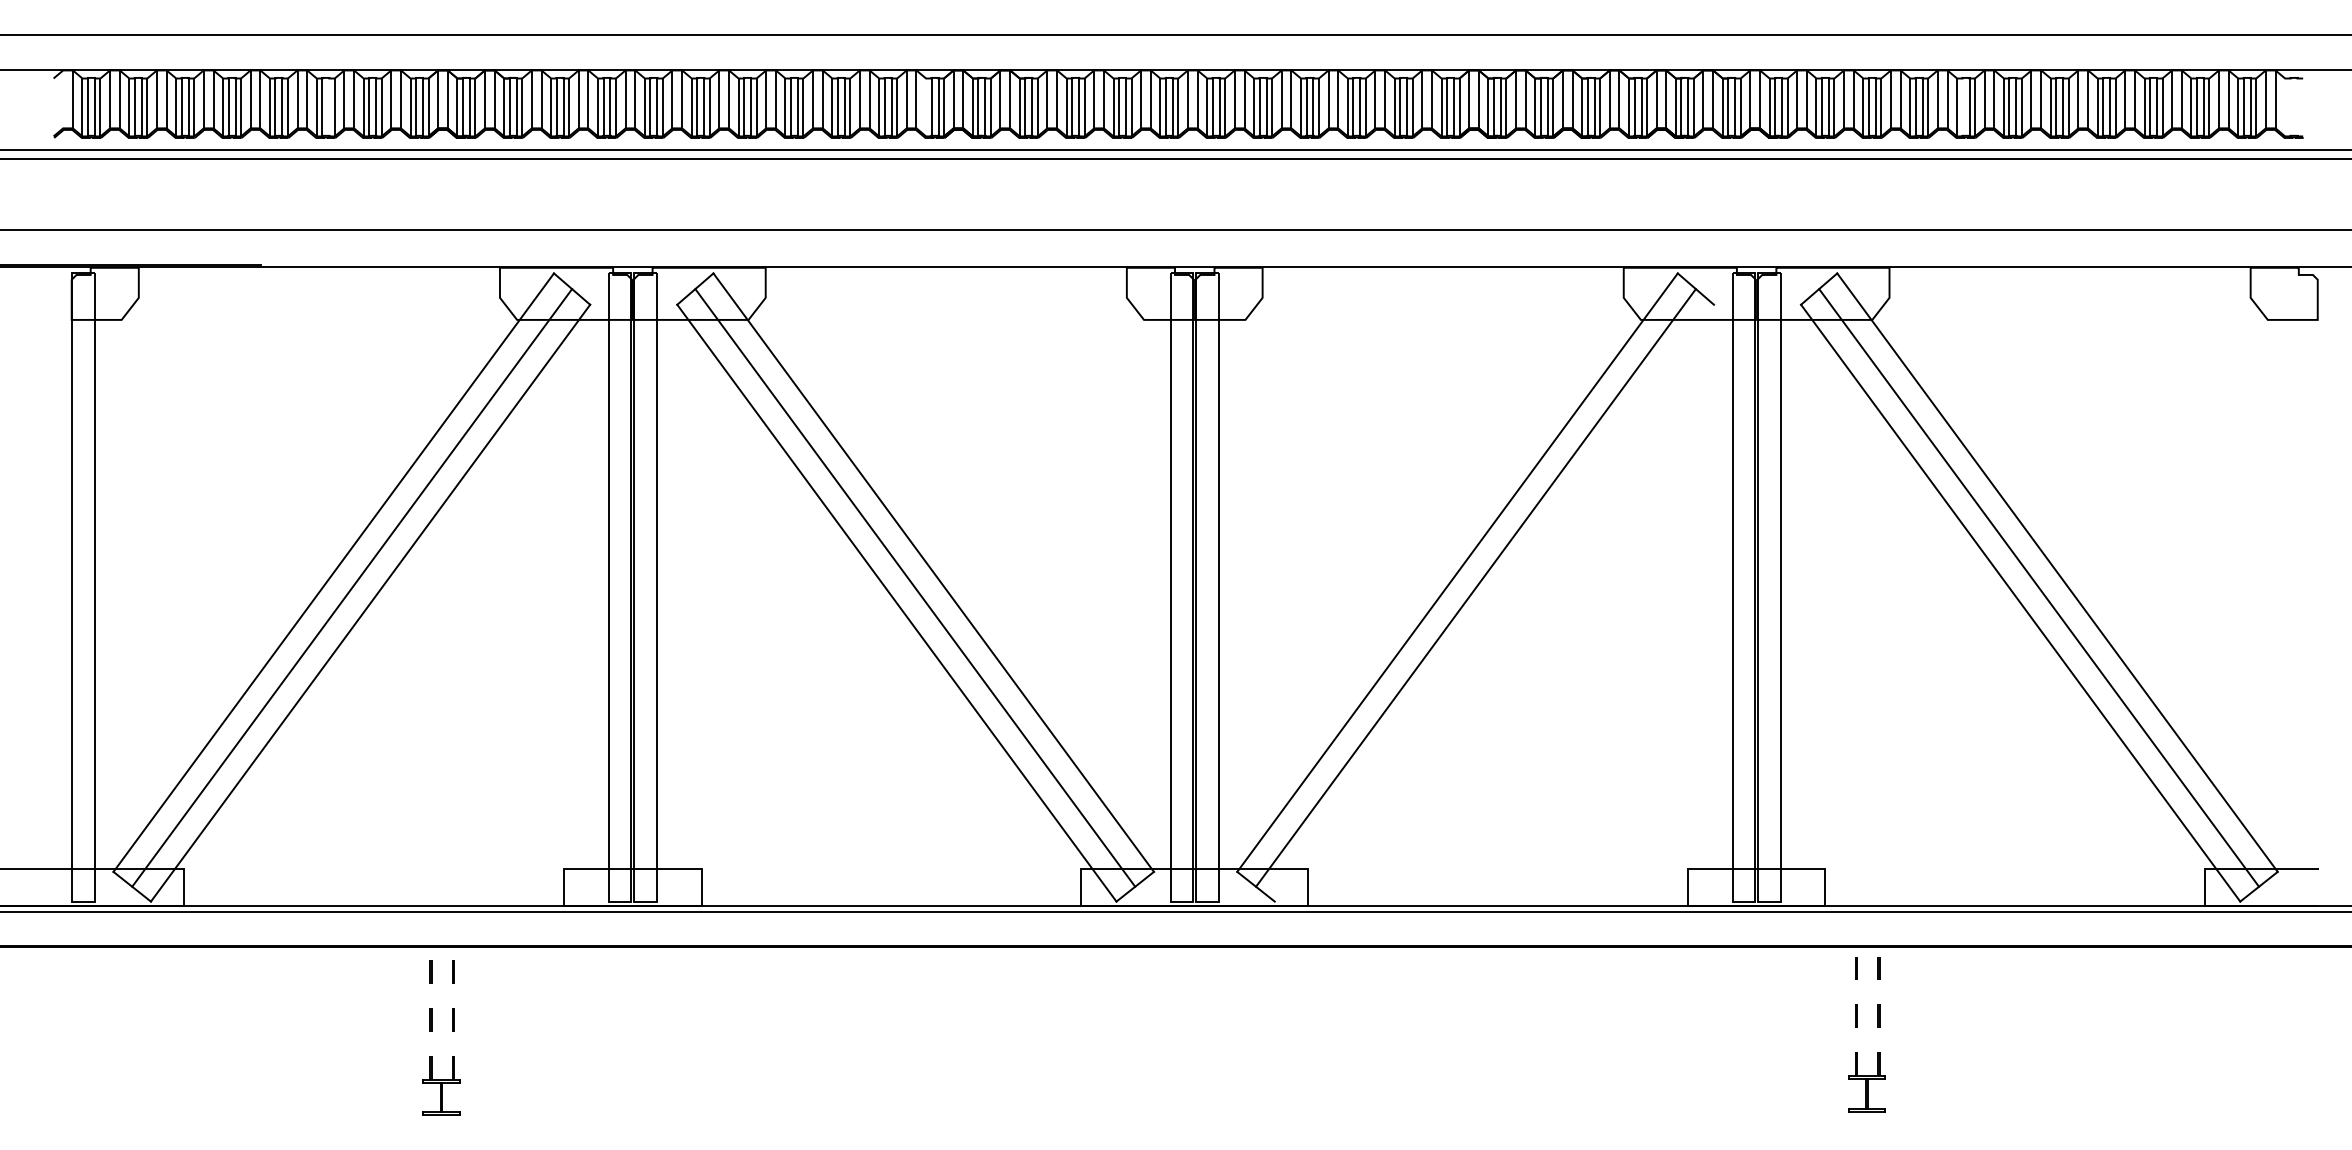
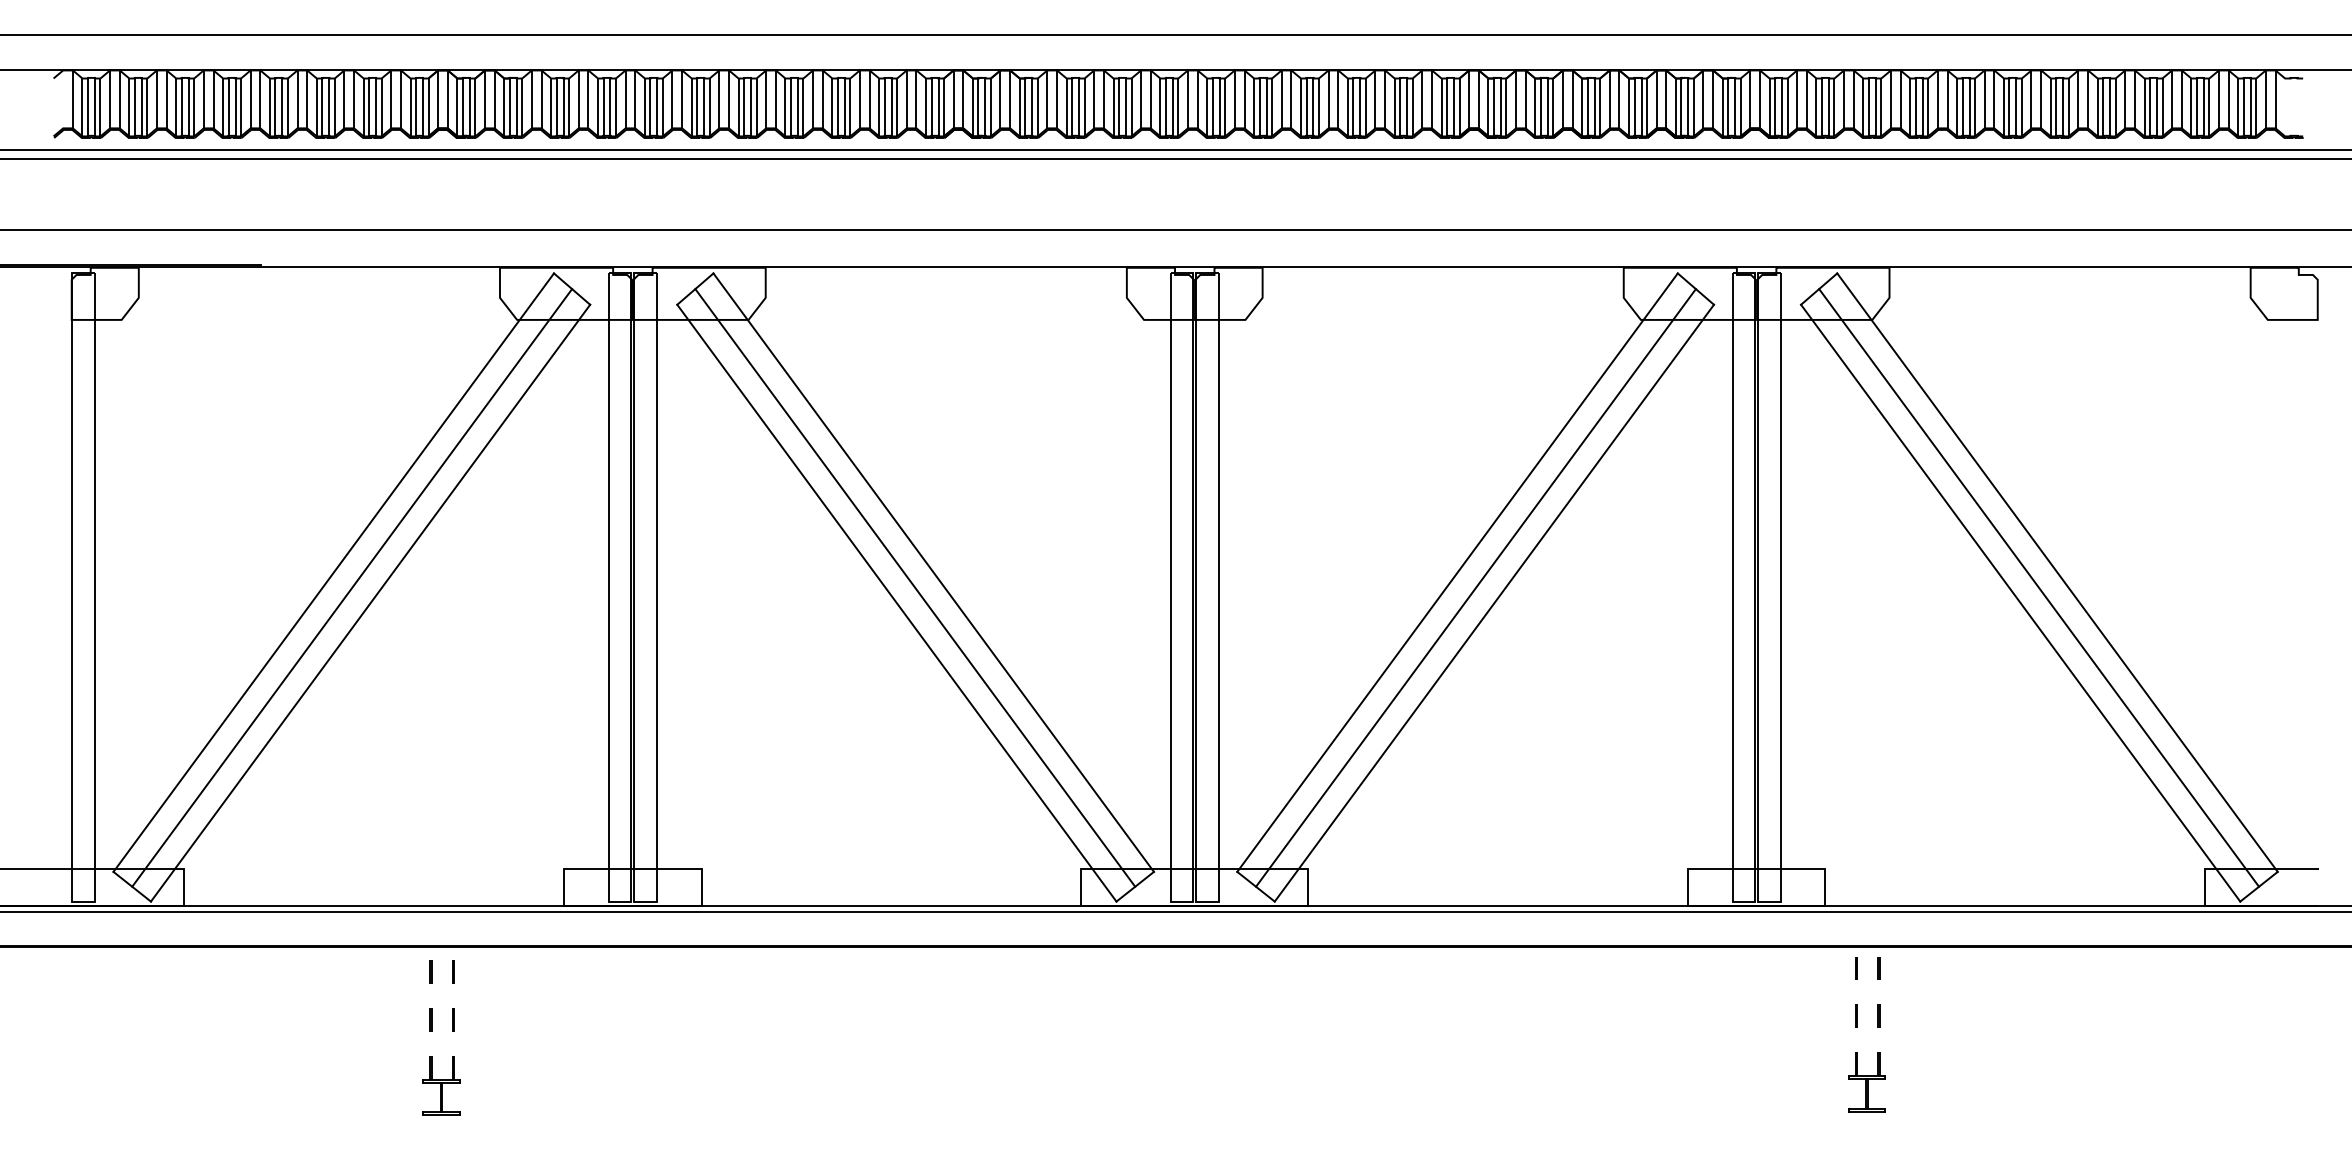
line at (329, 106): none -> present
line at (1962, 106): none -> present
line at (926, 107): none -> present
line at (1493, 602): none -> present
